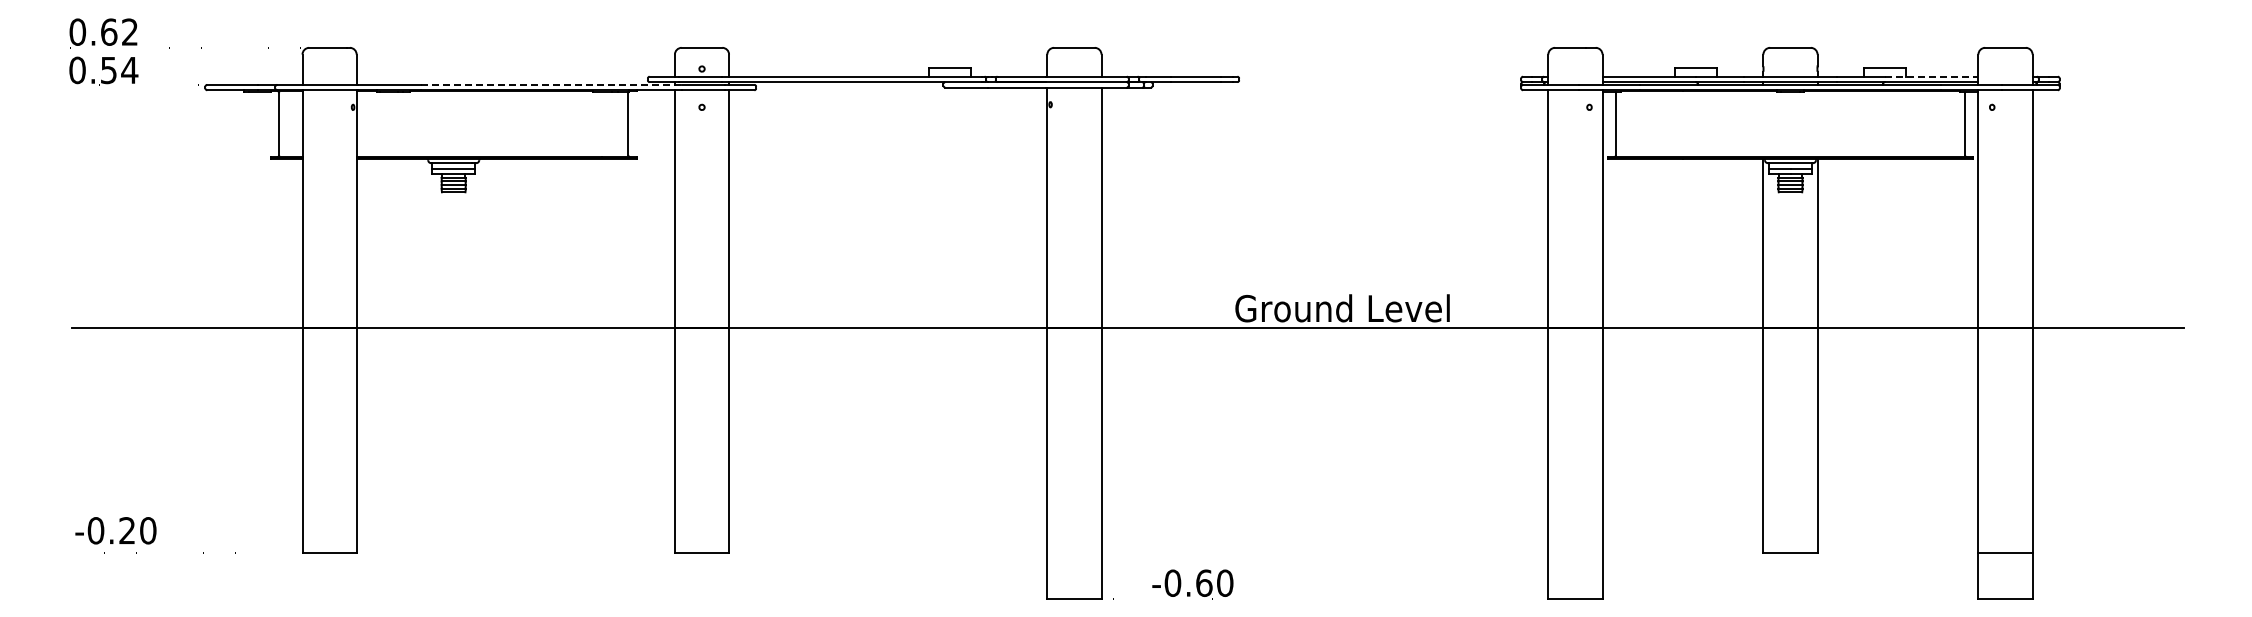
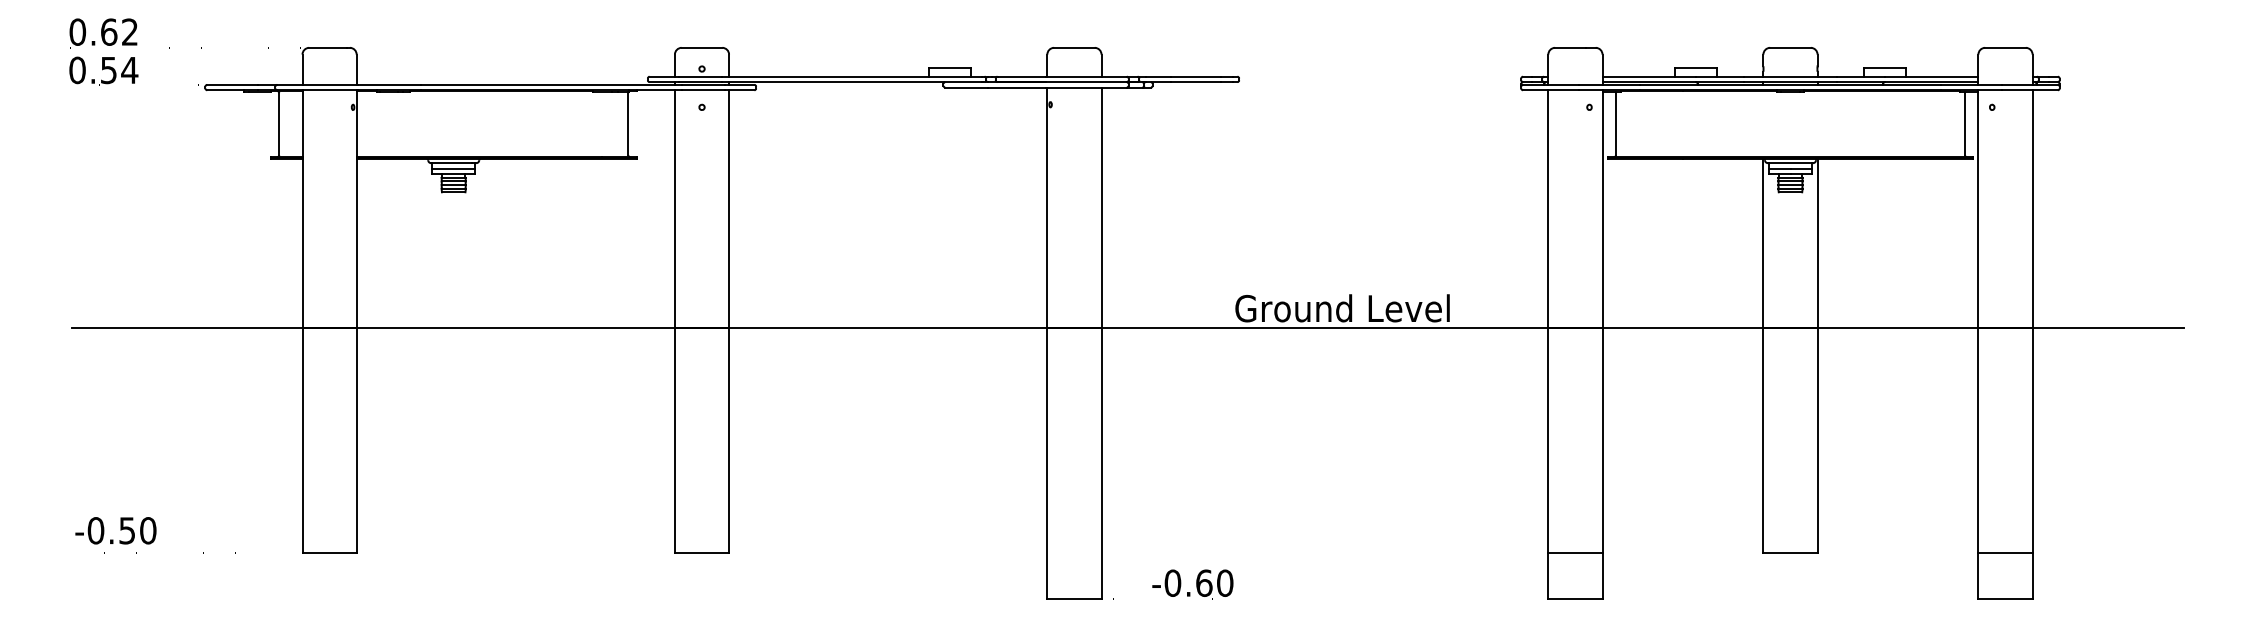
line at (1931, 76): dashed -> solid
line at (551, 84): dashed -> solid
text at (126, 530): -0.20 -> -0.50
line at (1575, 553): none -> present
